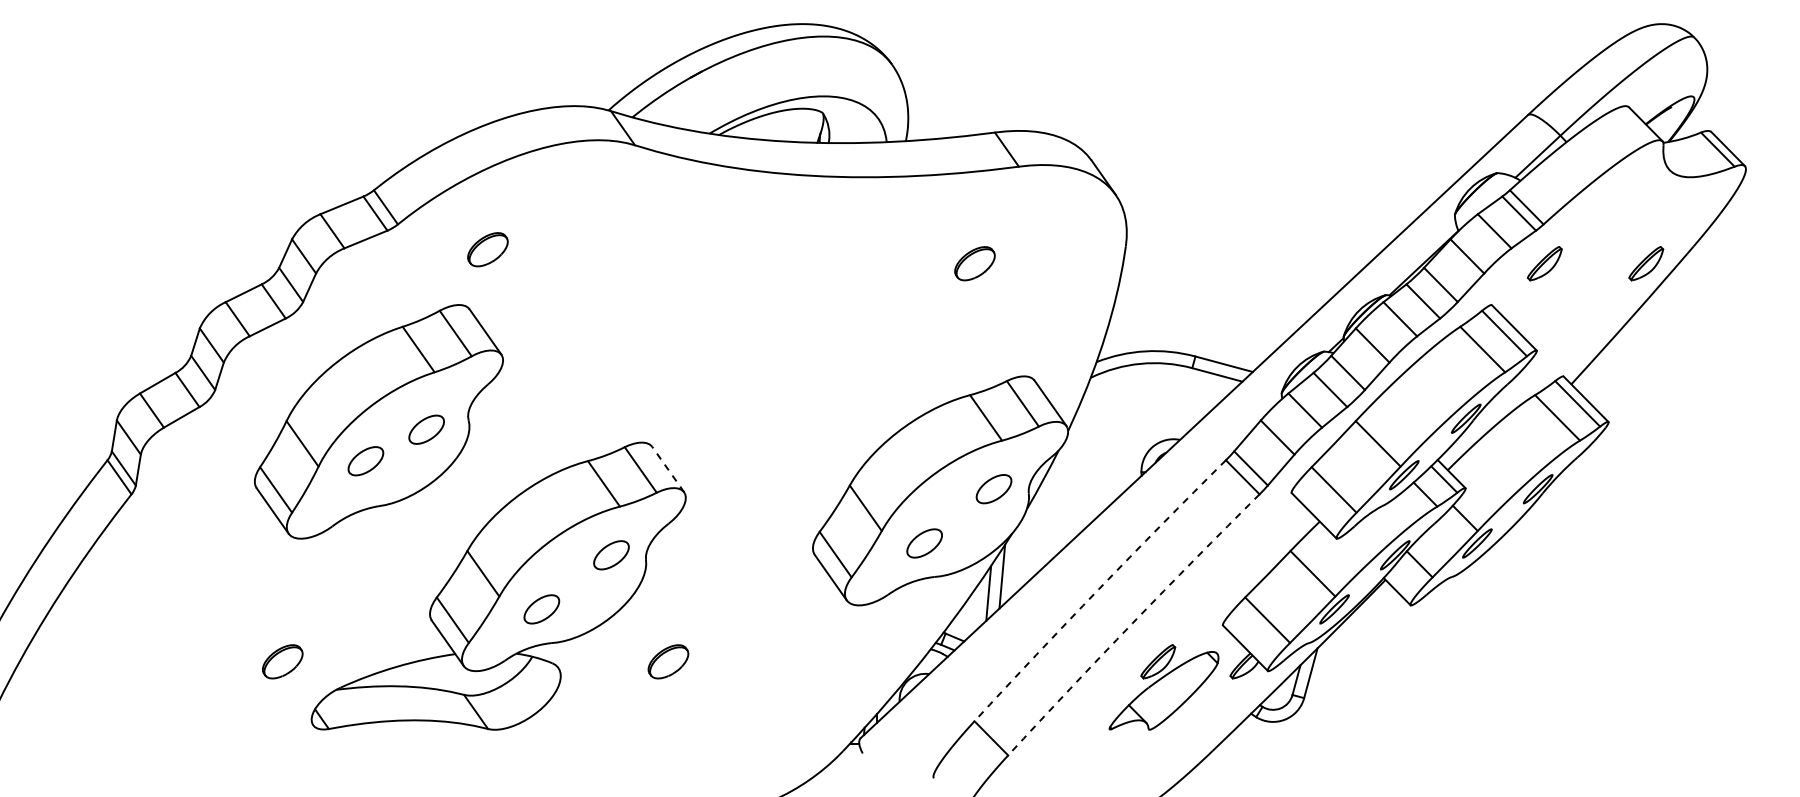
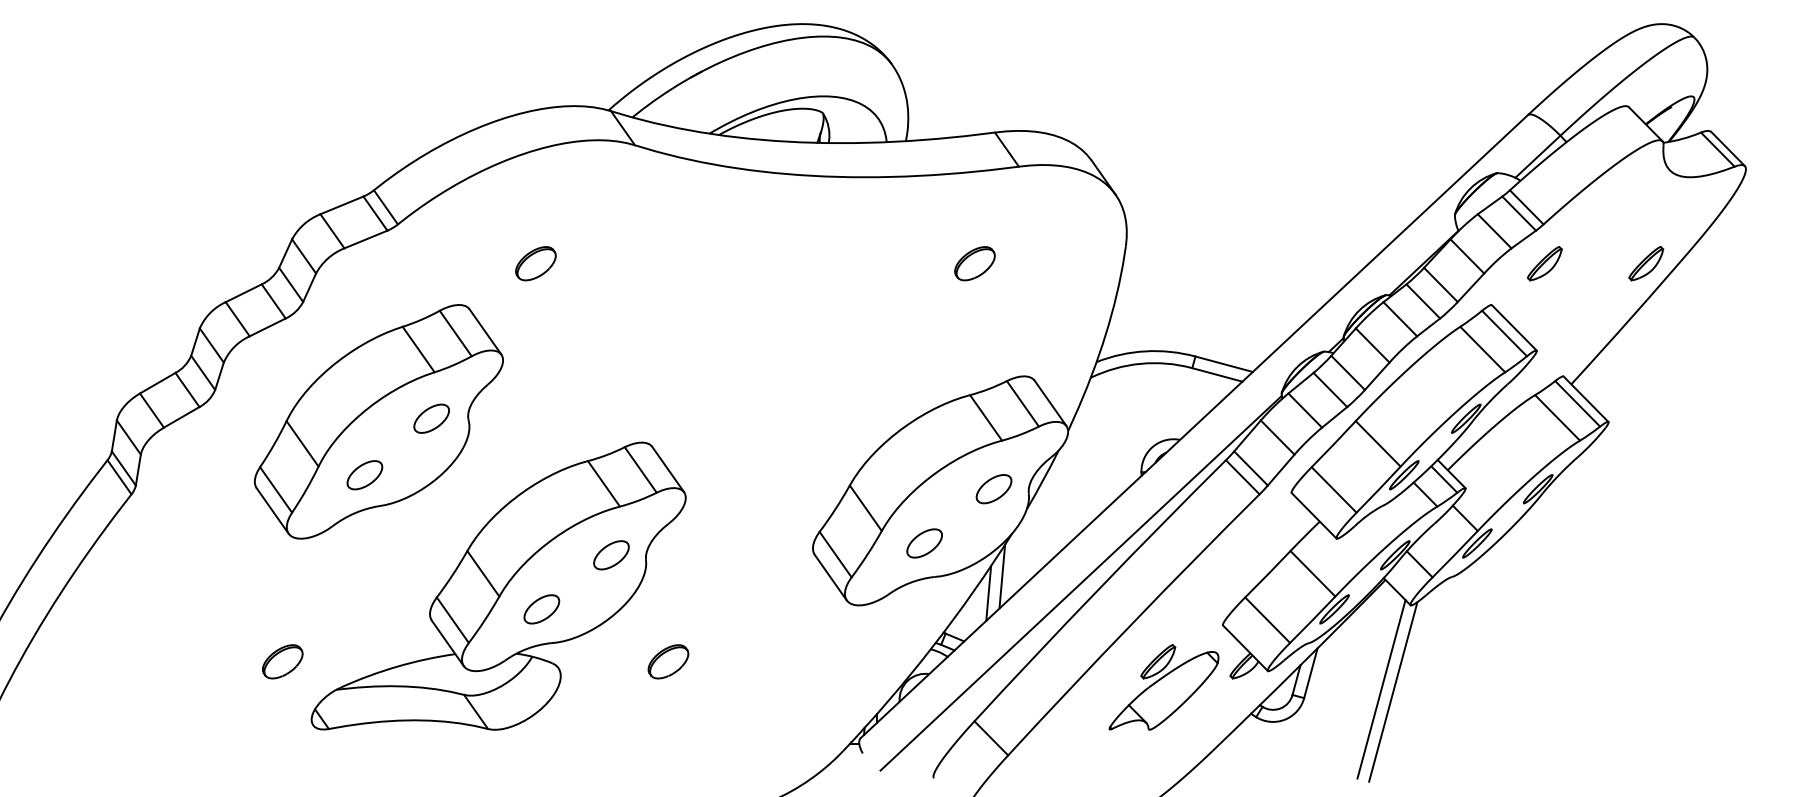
part at (487, 249) position: (487, 249) -> (535, 263)
part at (426, 429) position: (426, 429) -> (431, 418)
part at (365, 461) position: (365, 461) -> (364, 475)
line at (668, 469): dashed -> solid
line at (1080, 582): none -> present
arc at (1098, 589): dashed -> solid
arc at (1132, 623): dashed -> solid
line at (1381, 689): none -> present
line at (1393, 691): none -> present
